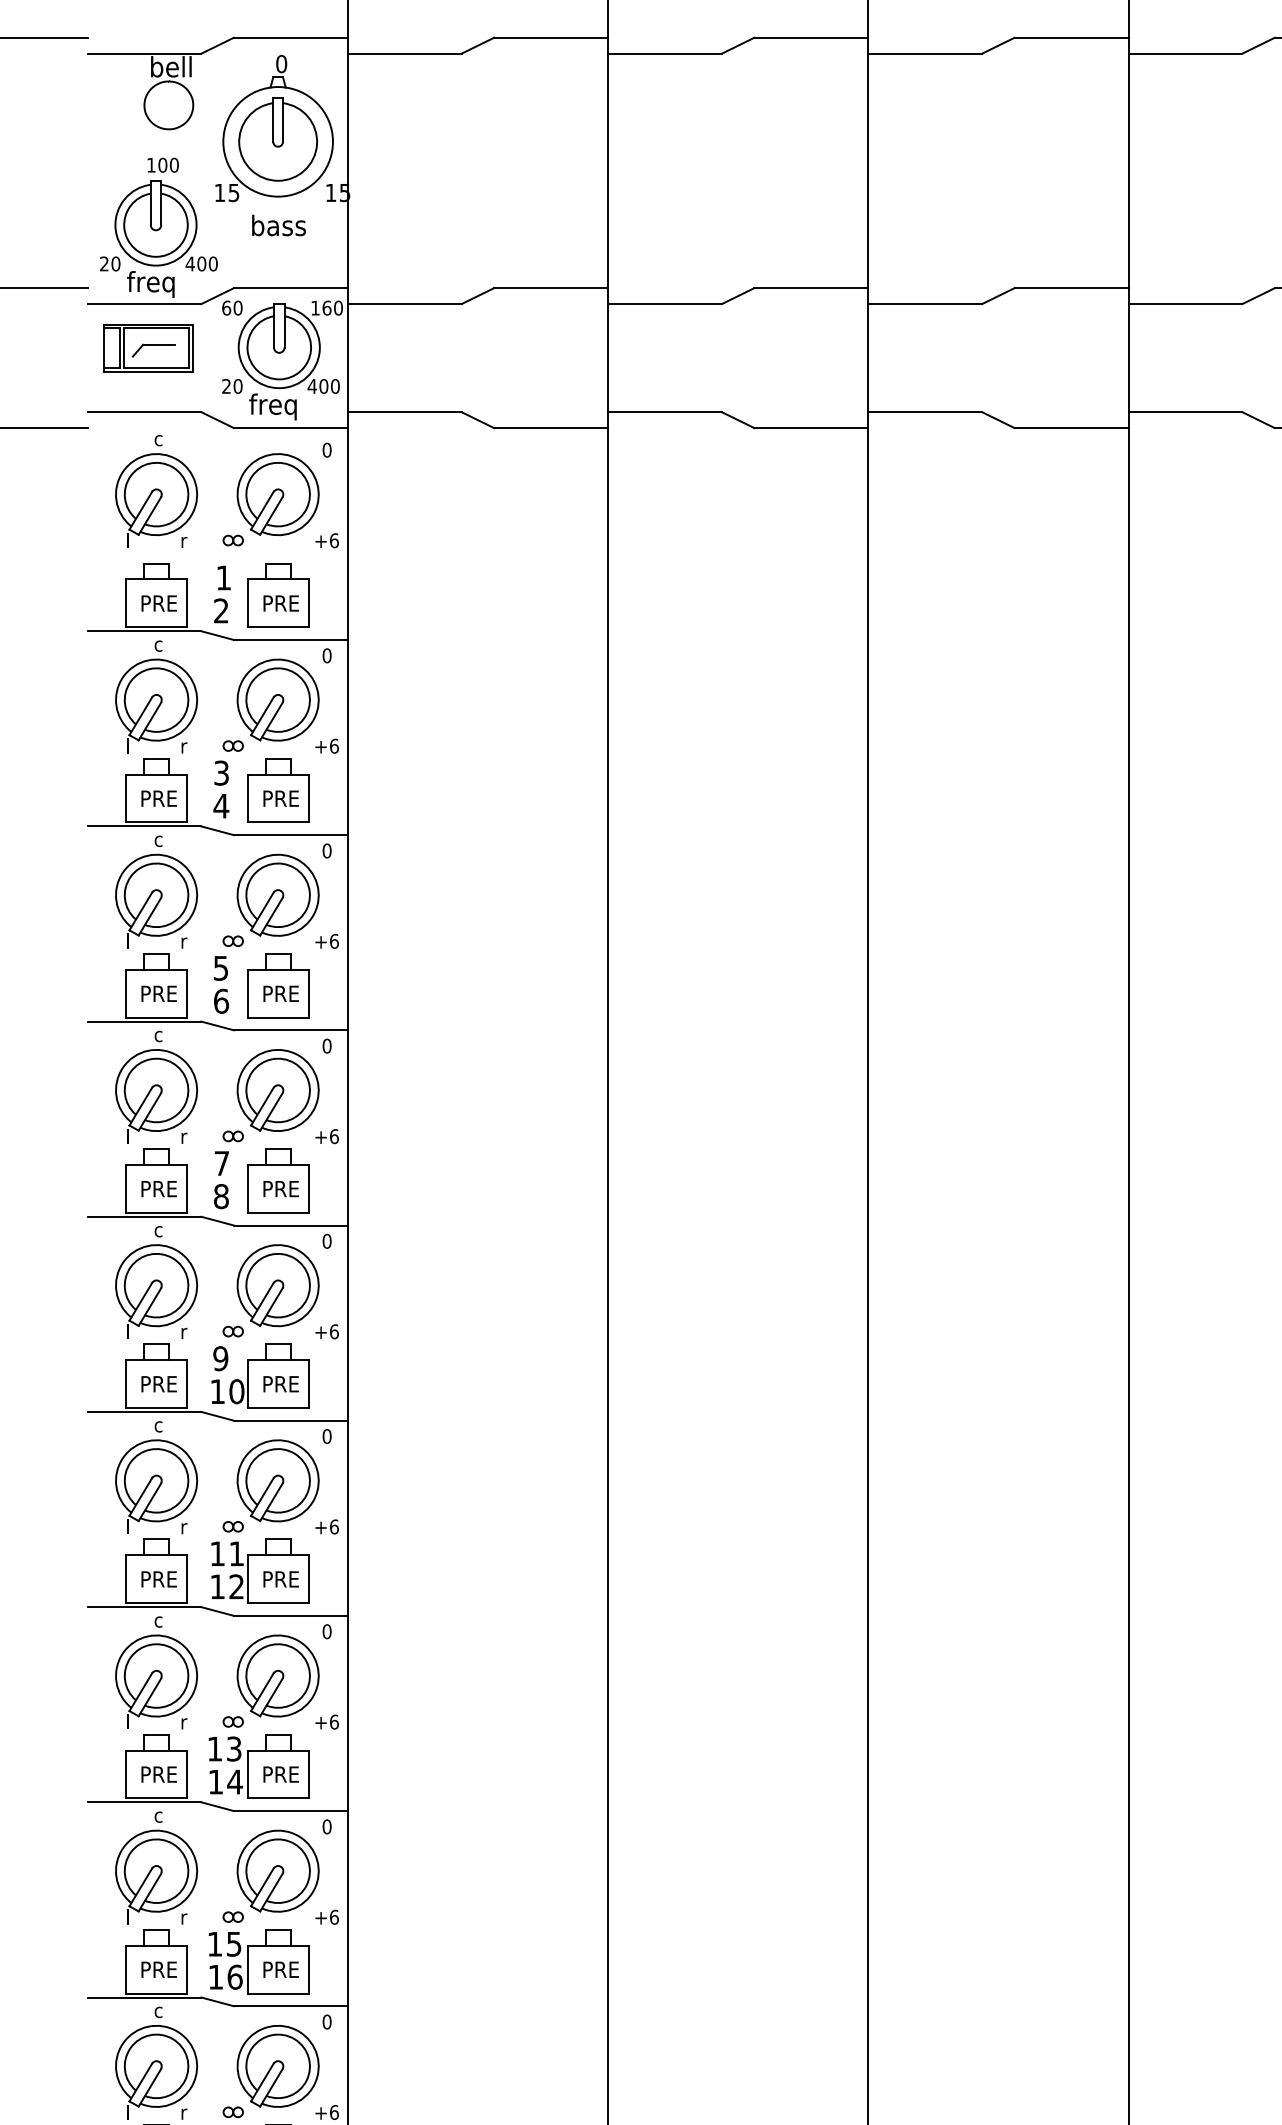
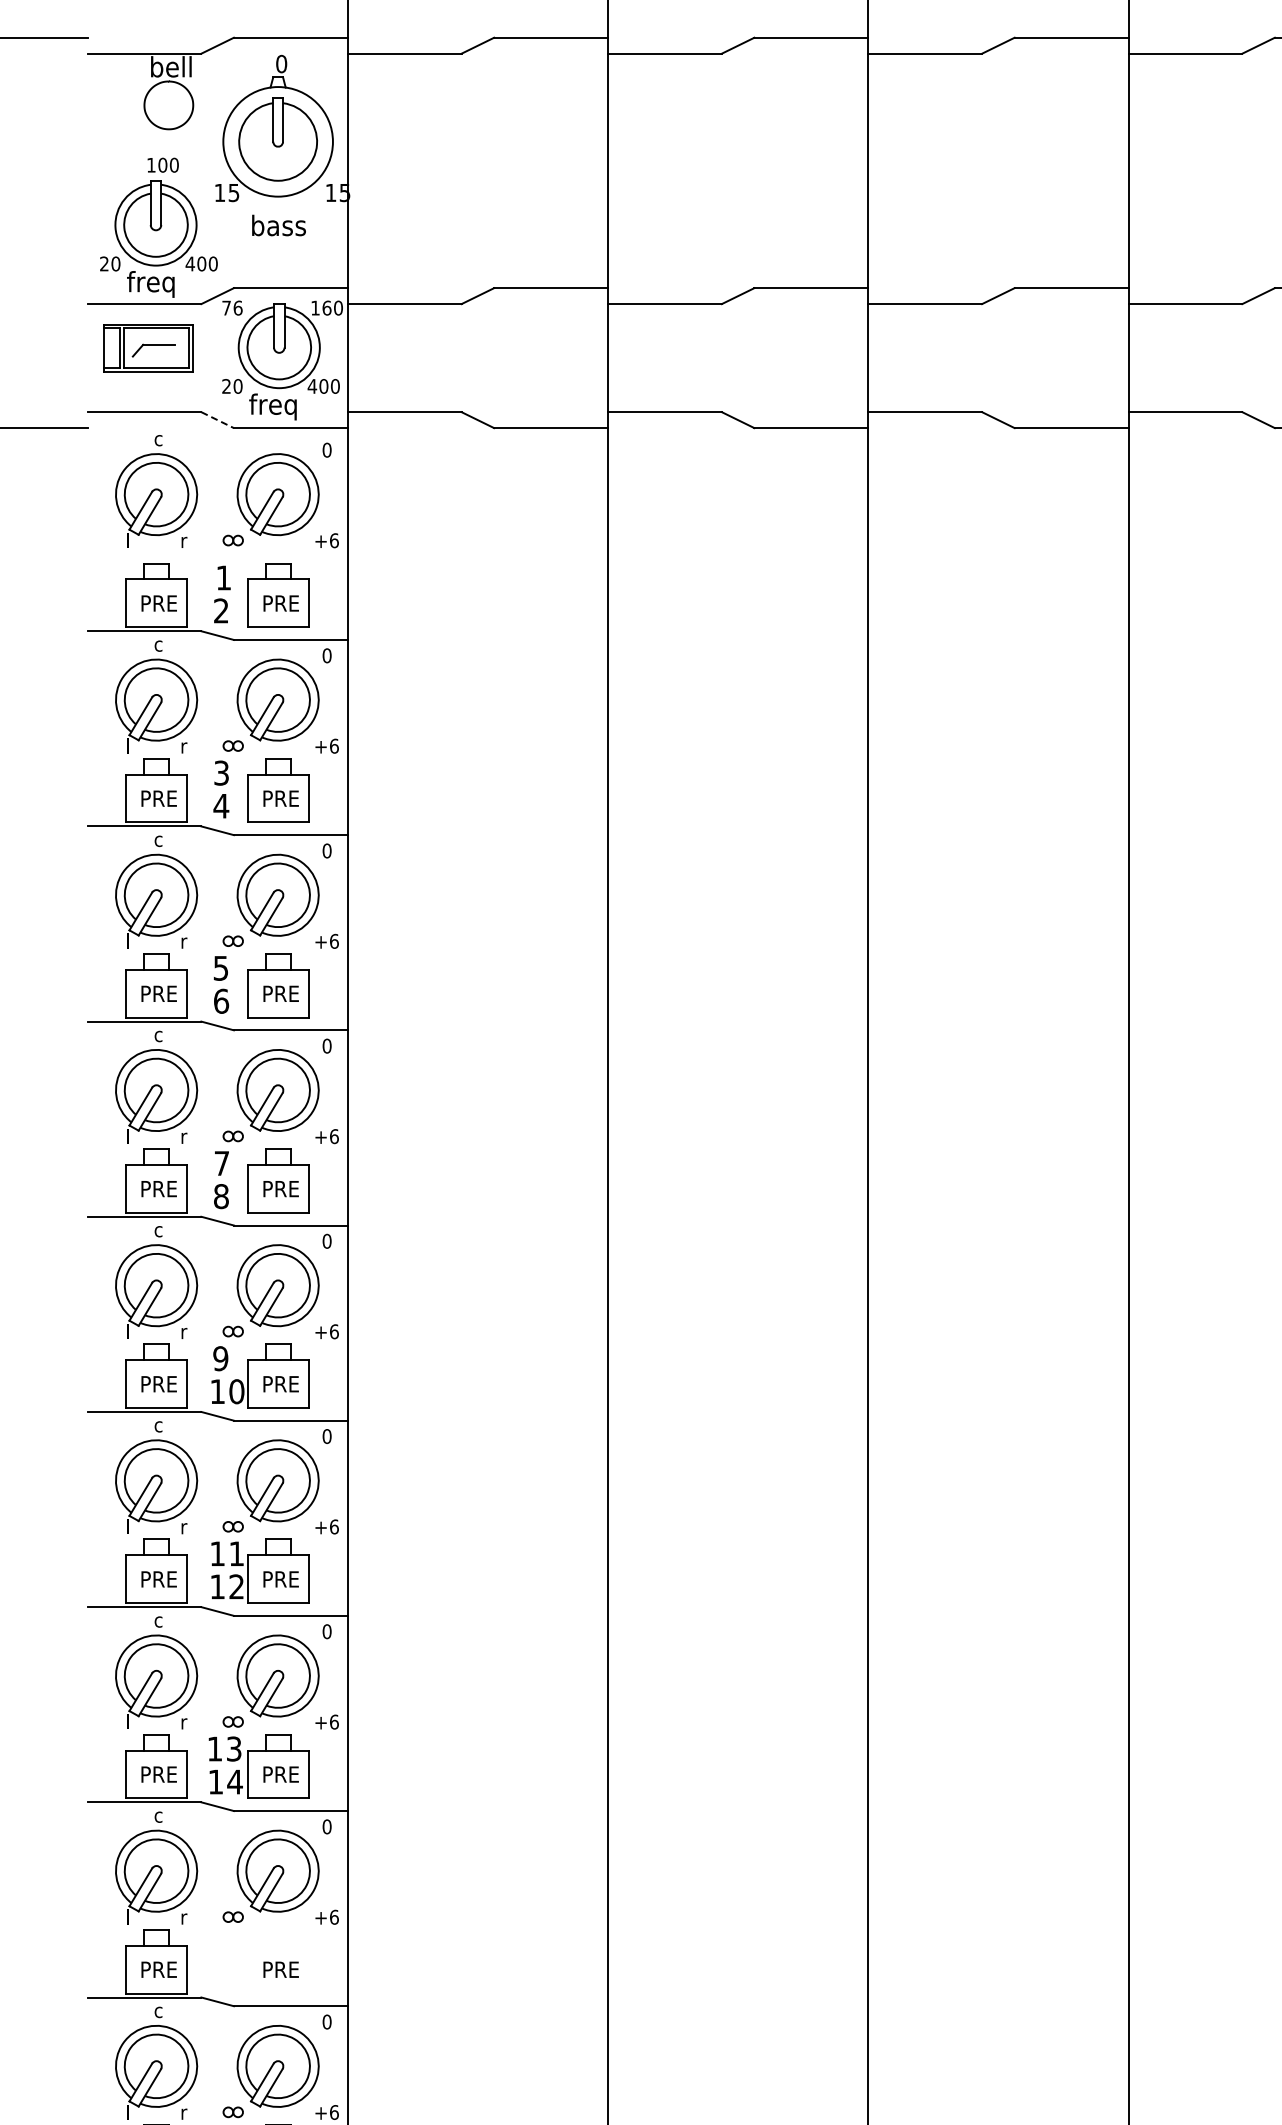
line at (44, 288): present -> none
text at (232, 307): 60 -> 76
line at (218, 420): solid -> dashed
part at (258, 1961): present -> none
